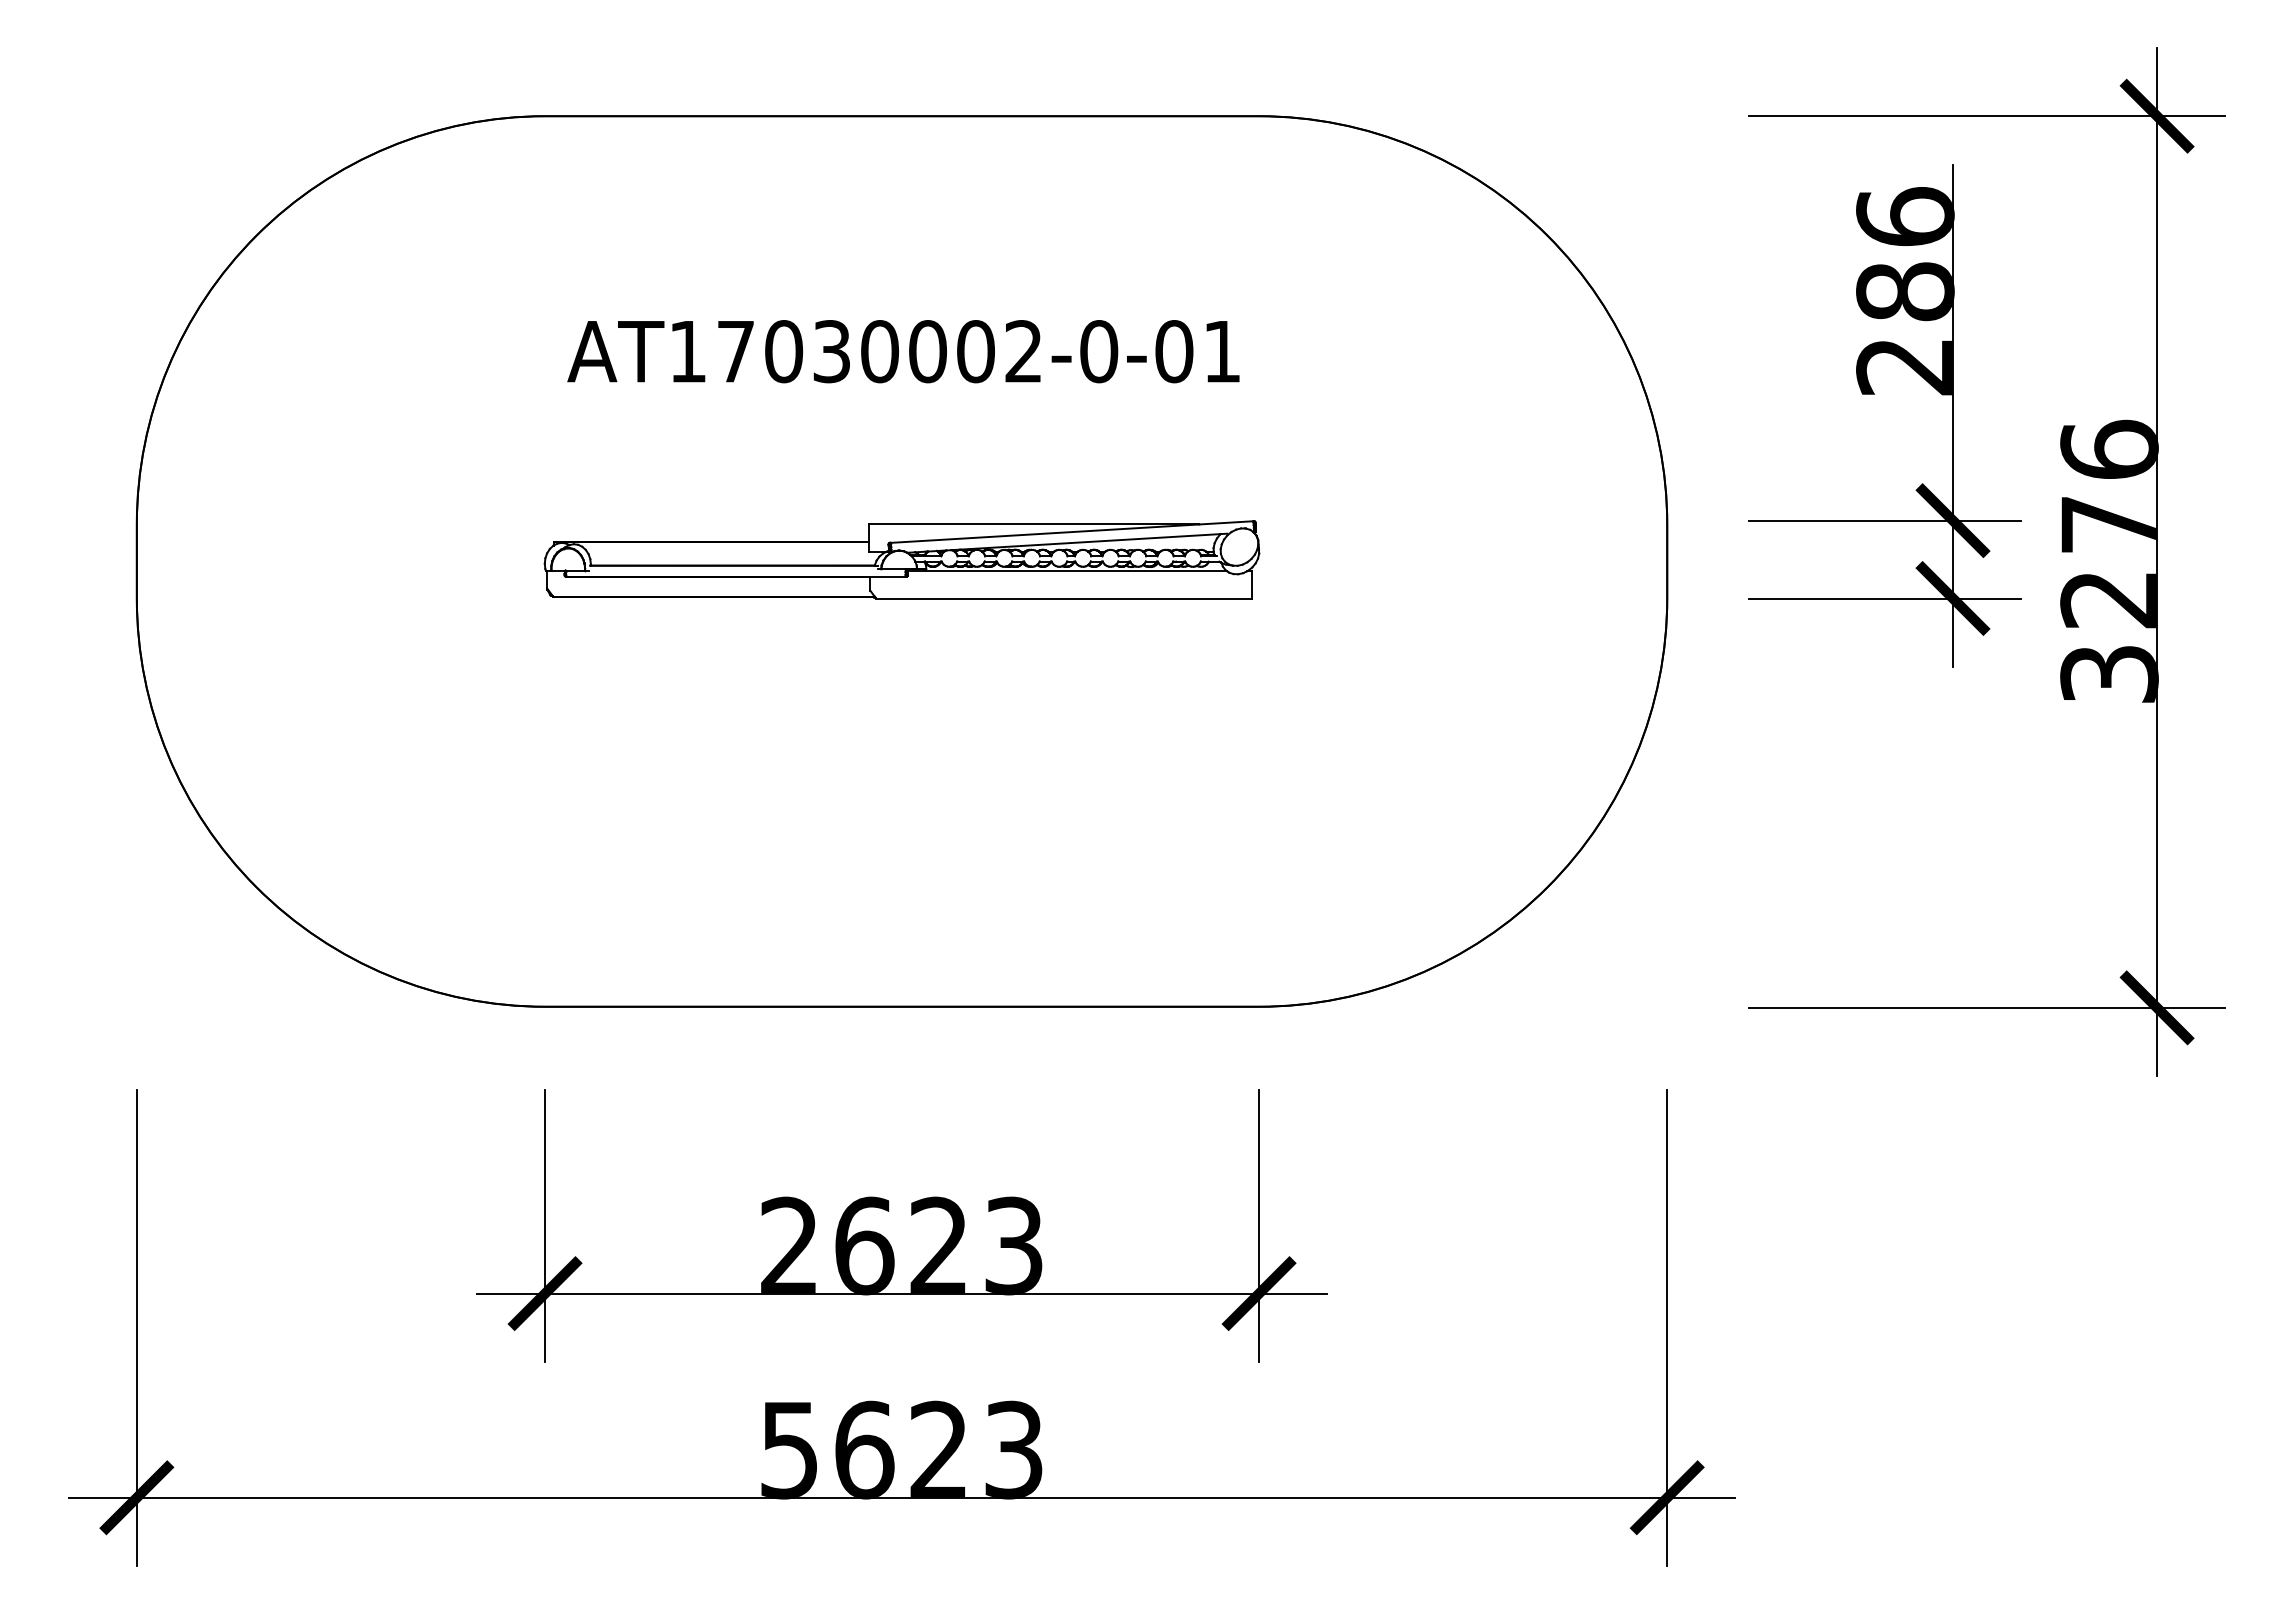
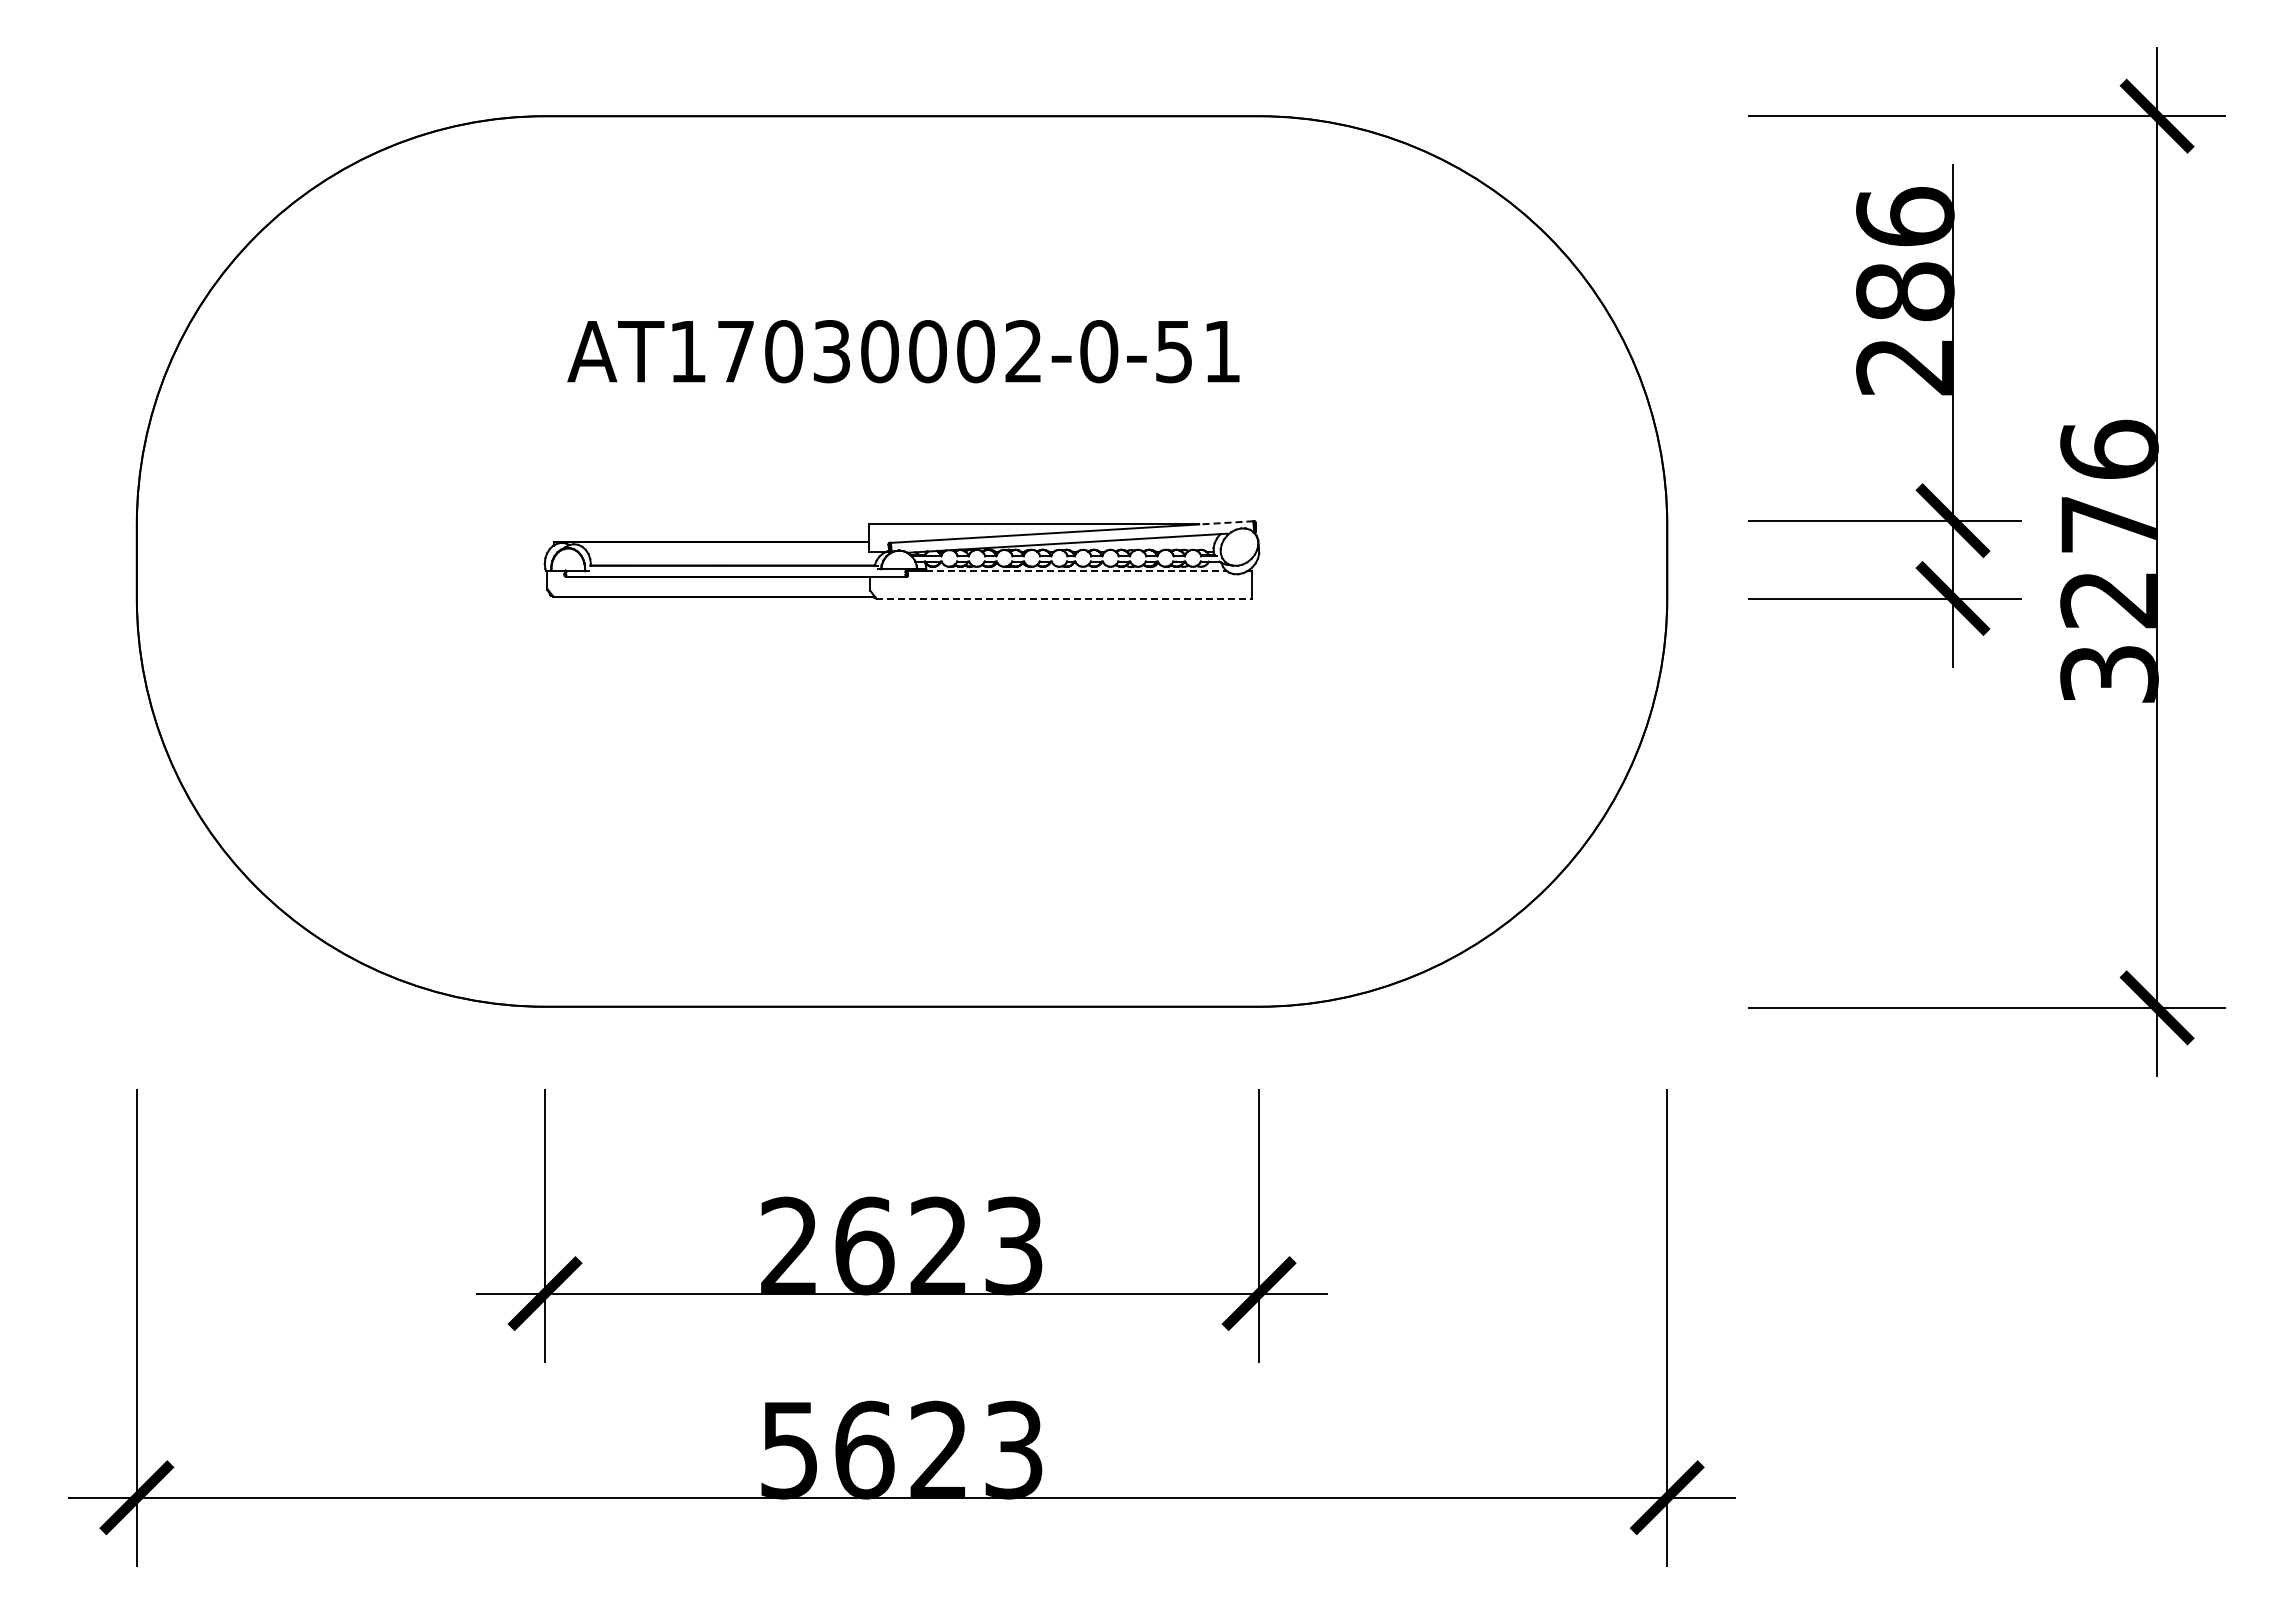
text at (1174, 351): AT17030002-0-01 -> AT17030002-0-51
line at (1225, 522): solid -> dashed
line at (1077, 571): solid -> dashed
line at (1064, 598): solid -> dashed
